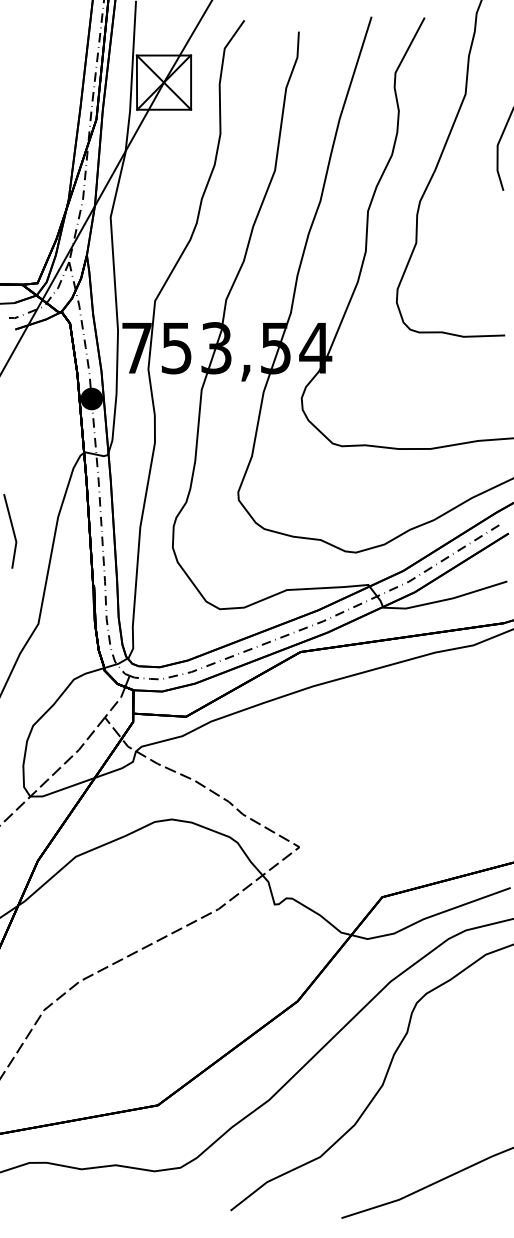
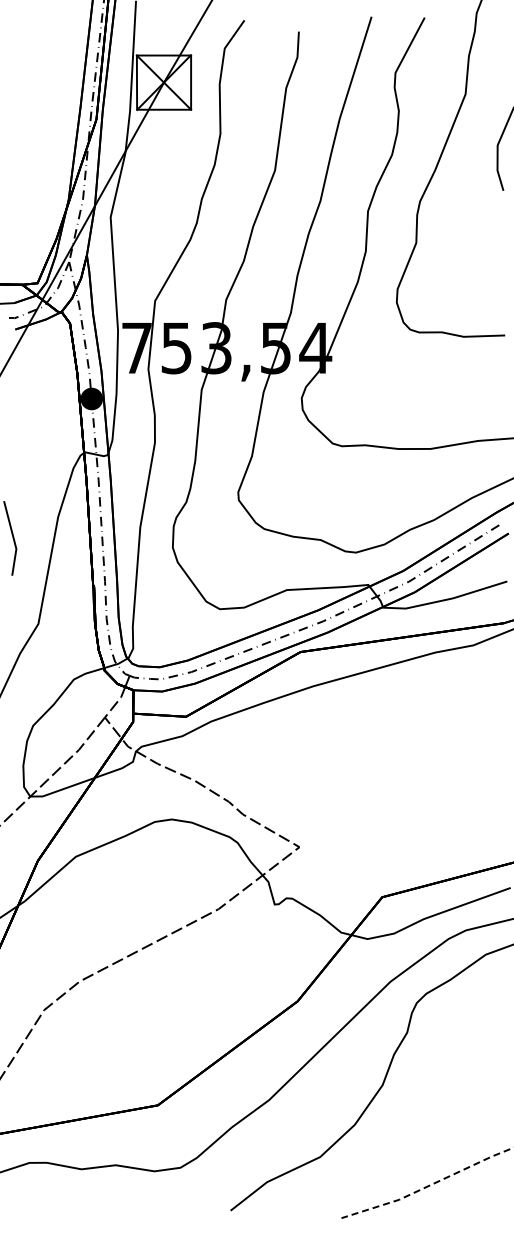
line at (12, 531) position: (12, 531) -> (12, 538)
line at (428, 1186): solid -> dashed
